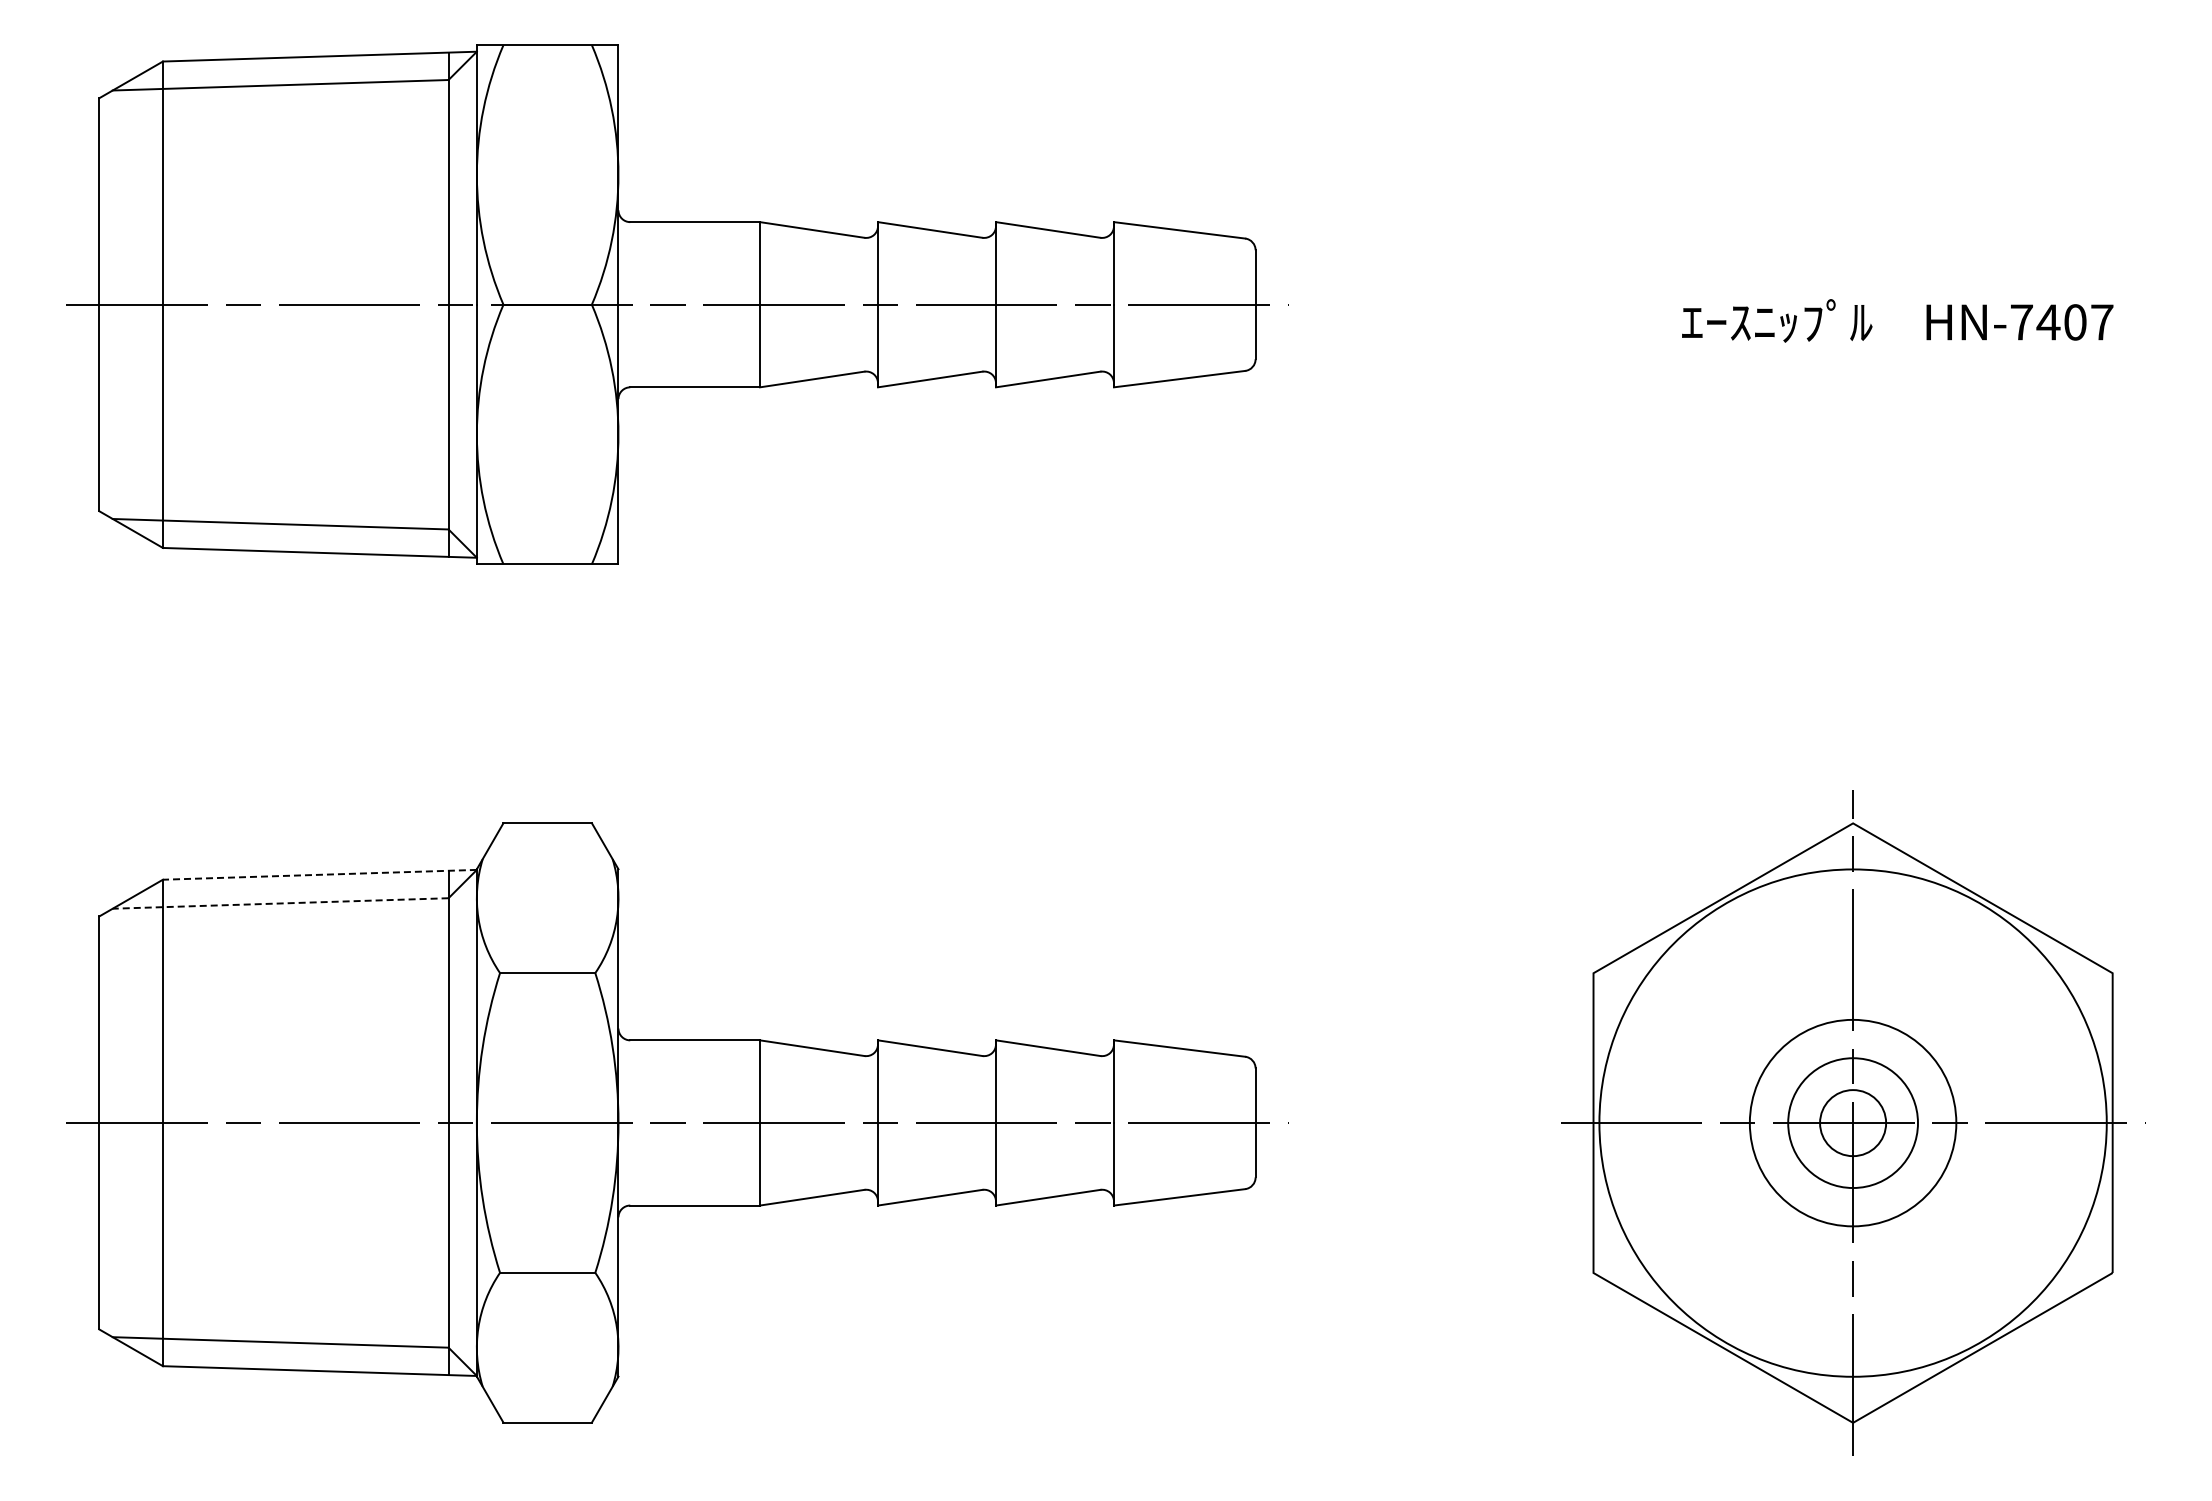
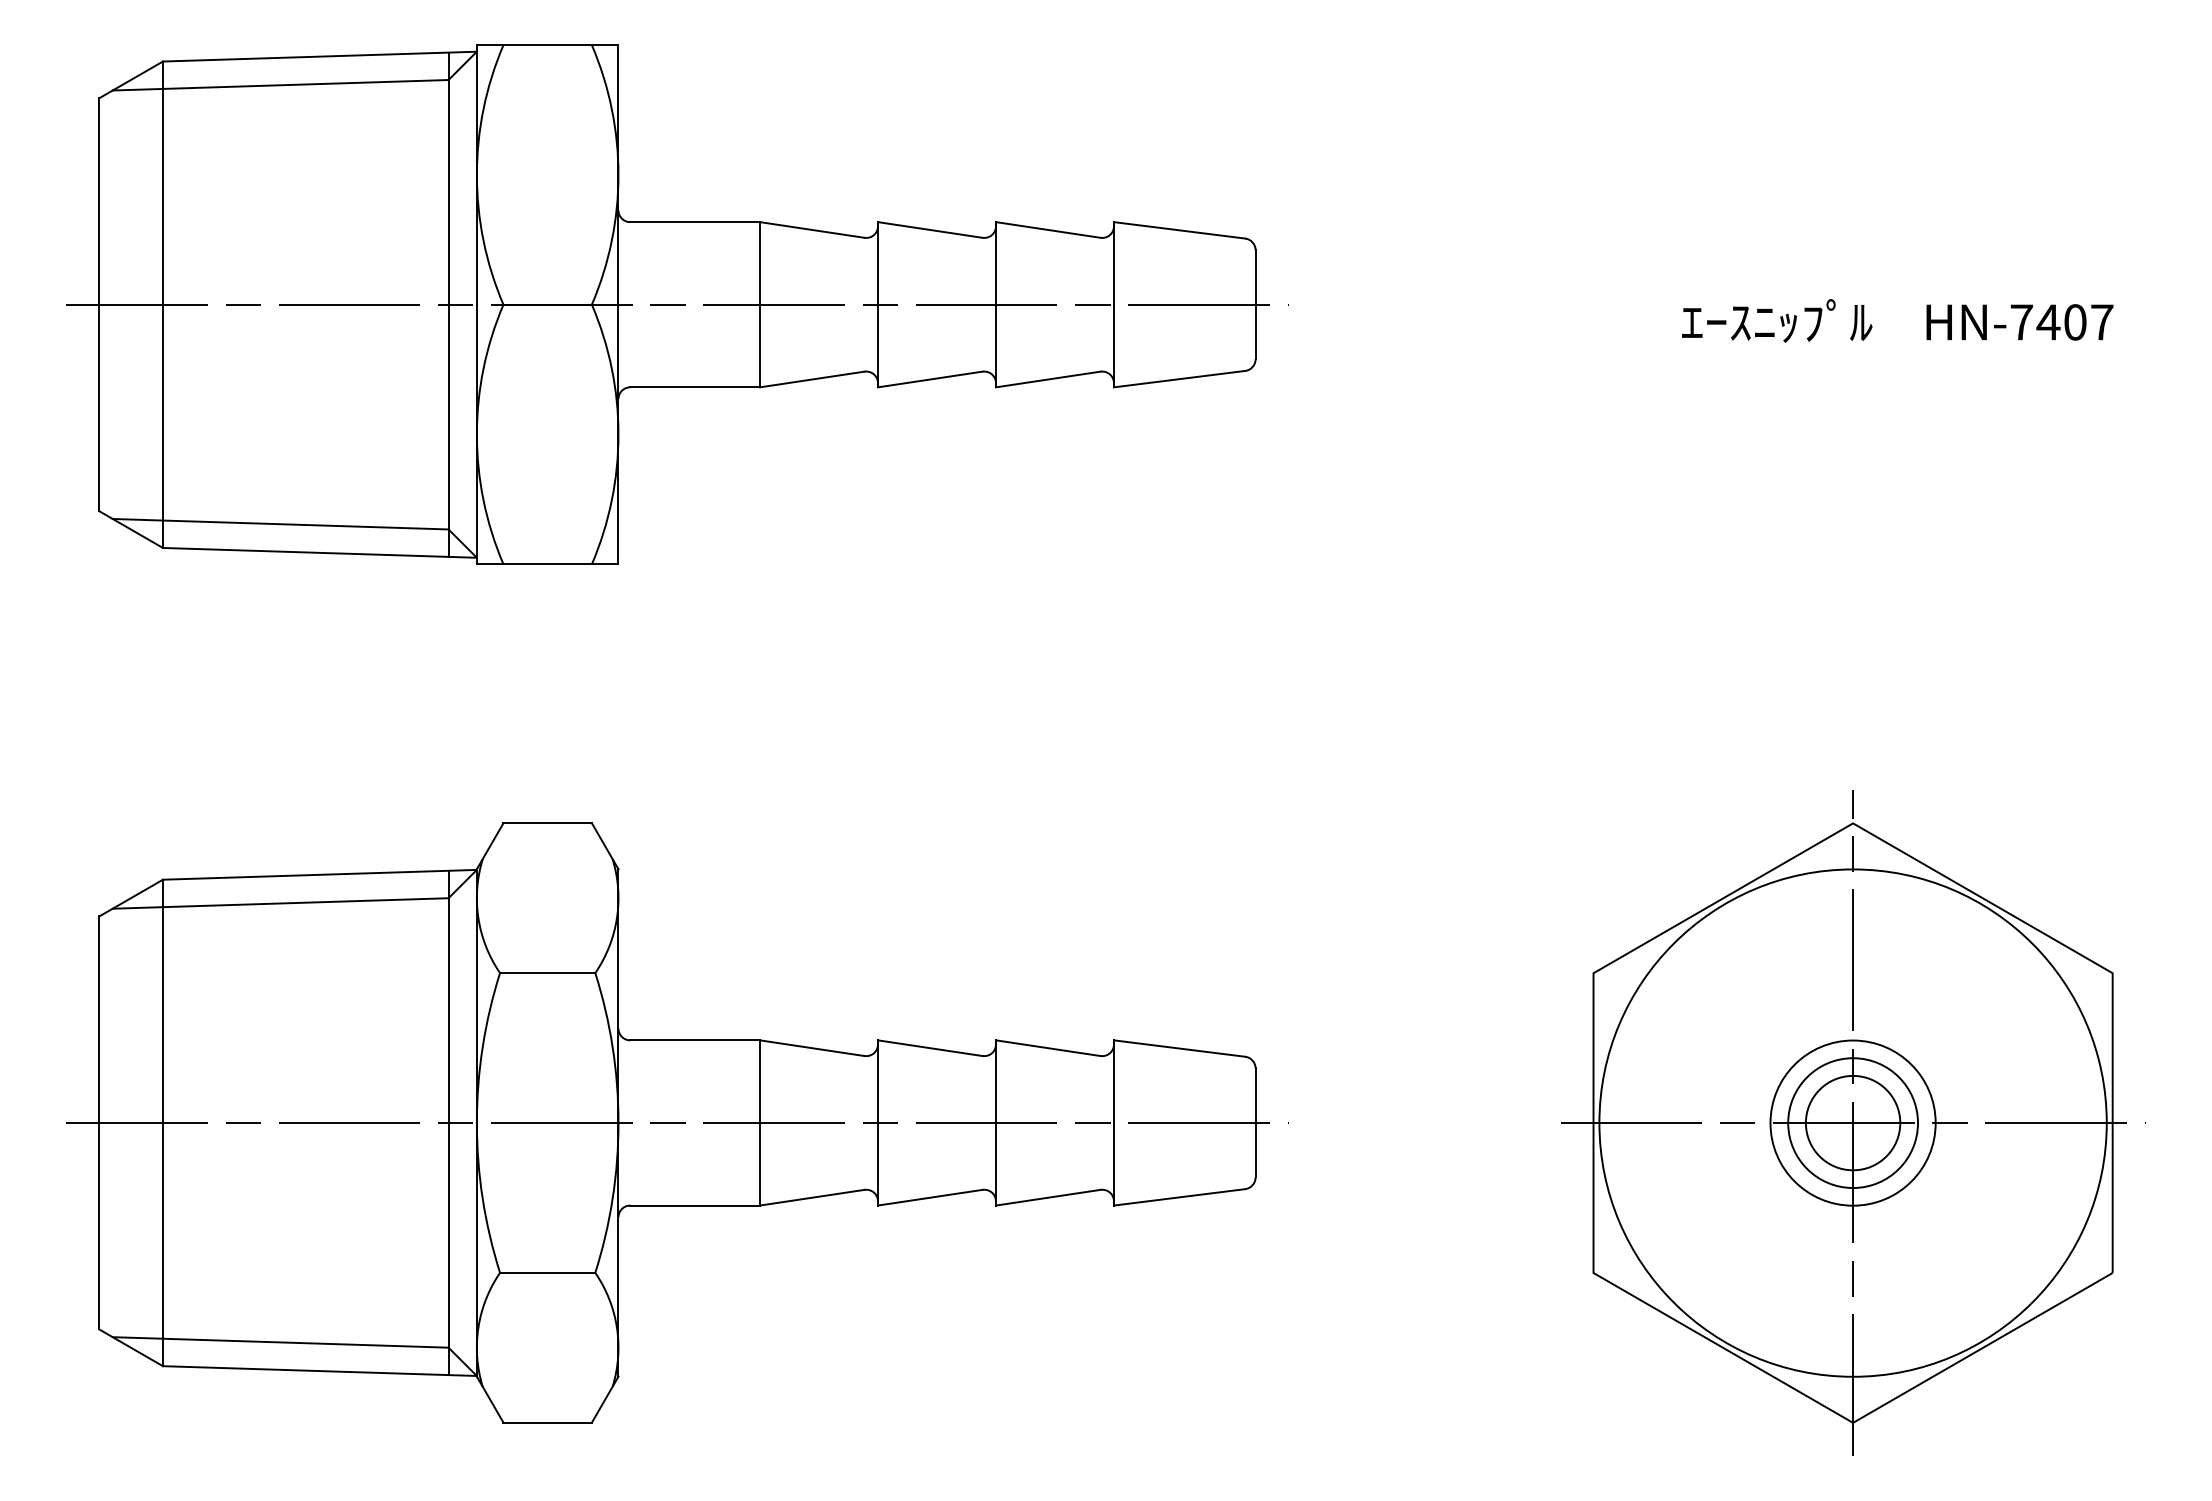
line at (319, 874): dashed -> solid
line at (280, 903): dashed -> solid
circle at (1852, 1122) diameter: 206 px -> 165 px
circle at (1853, 1123) diameter: 66 px -> 94 px
